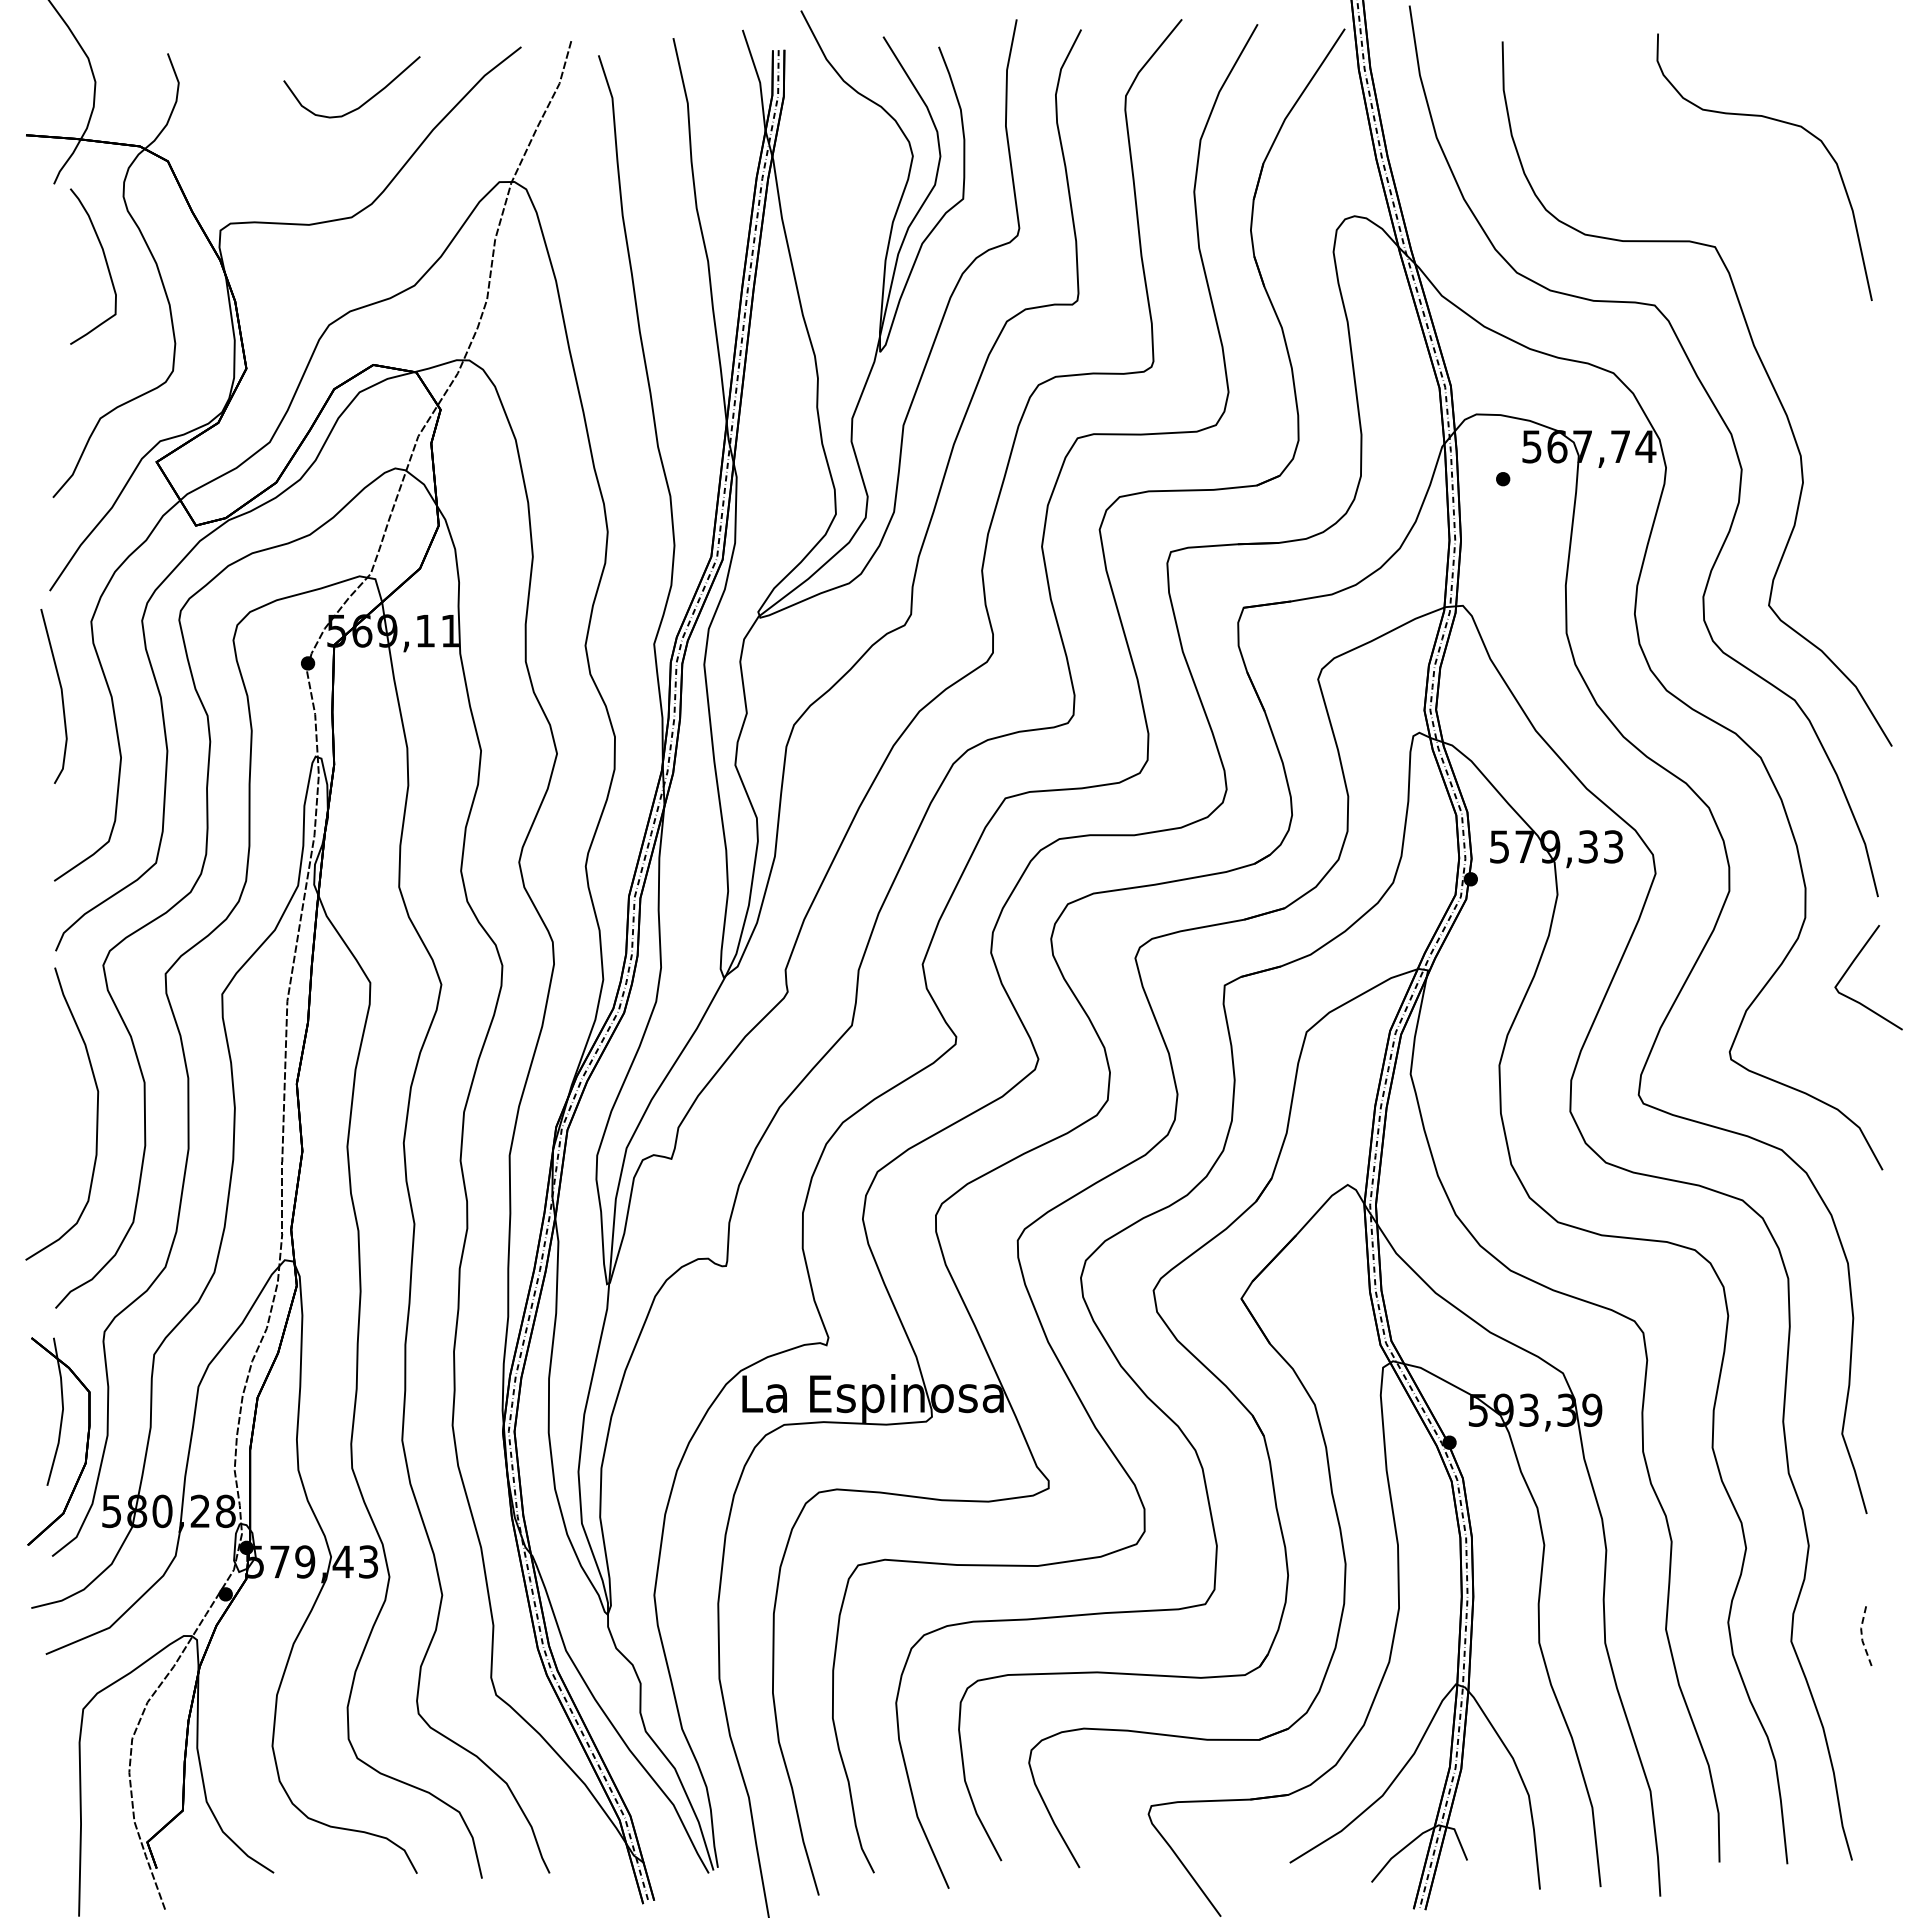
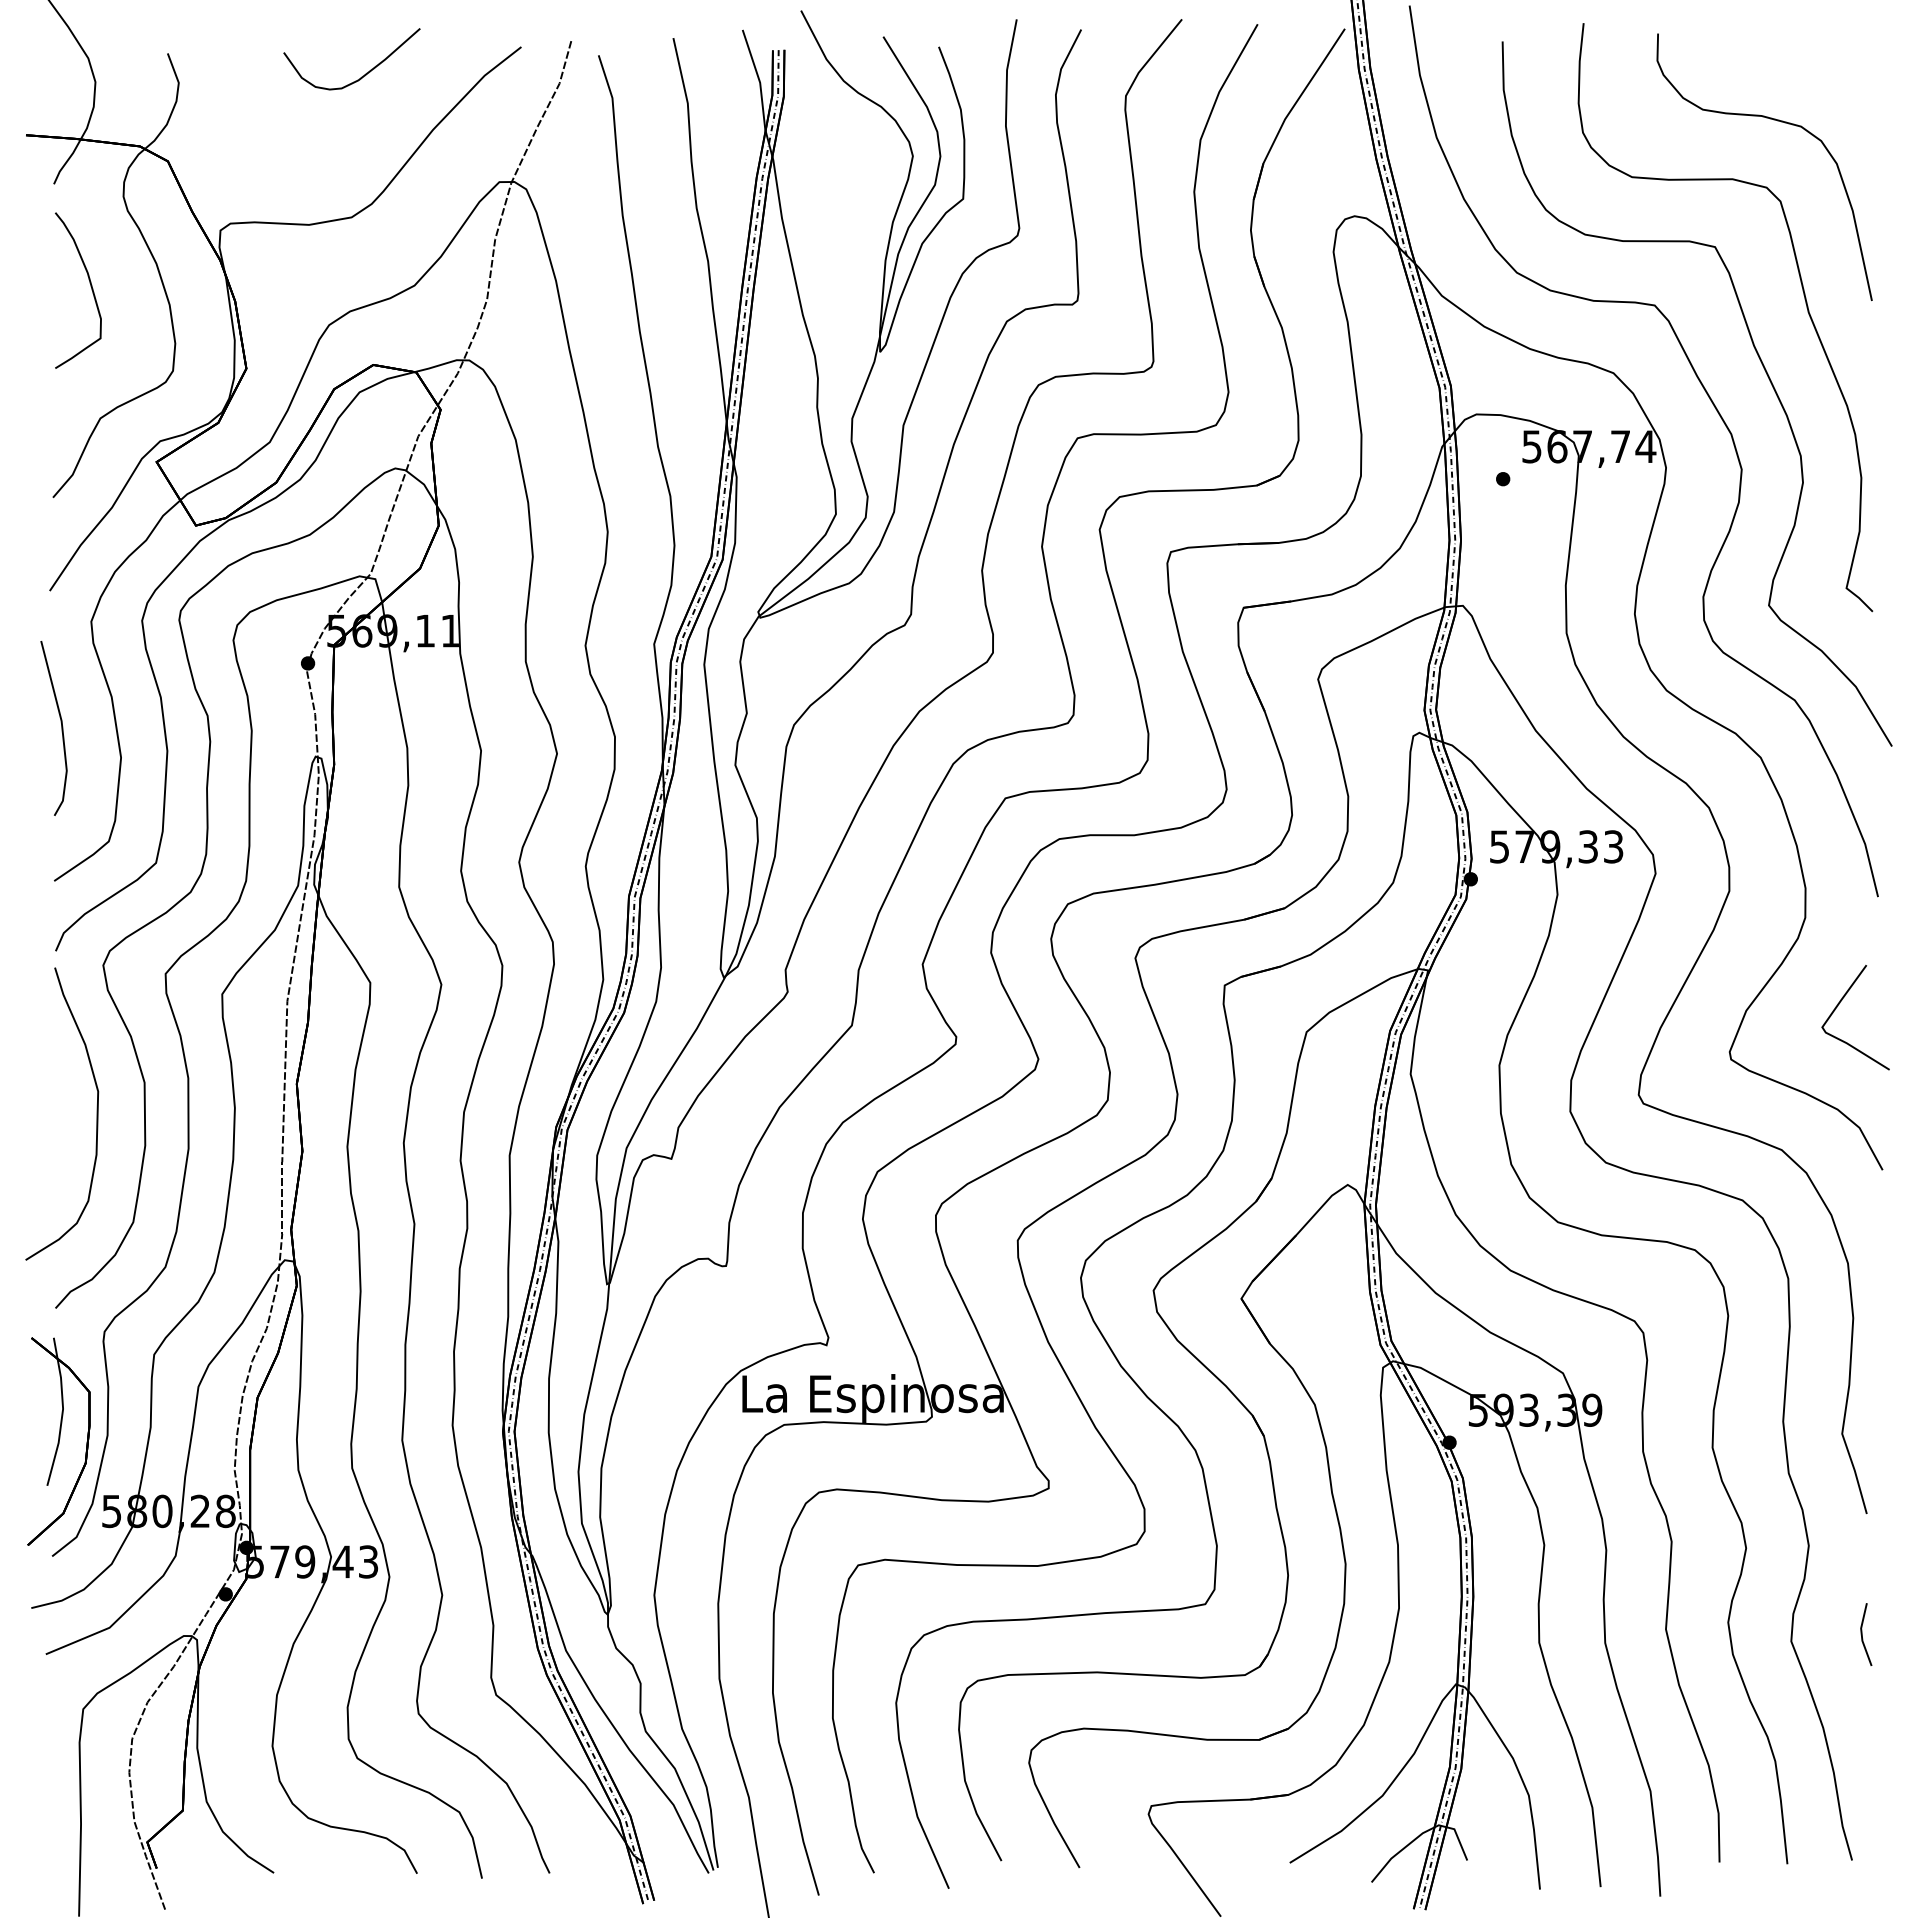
curve at (361, 104) position: (361, 104) -> (361, 76)
curve at (105, 262) position: (105, 262) -> (90, 286)
curve at (1804, 299): none -> present
line at (61, 696) position: (61, 696) -> (61, 728)
curve at (1853, 963) position: (1853, 963) -> (1840, 1003)
line at (1861, 1635): dashed -> solid
